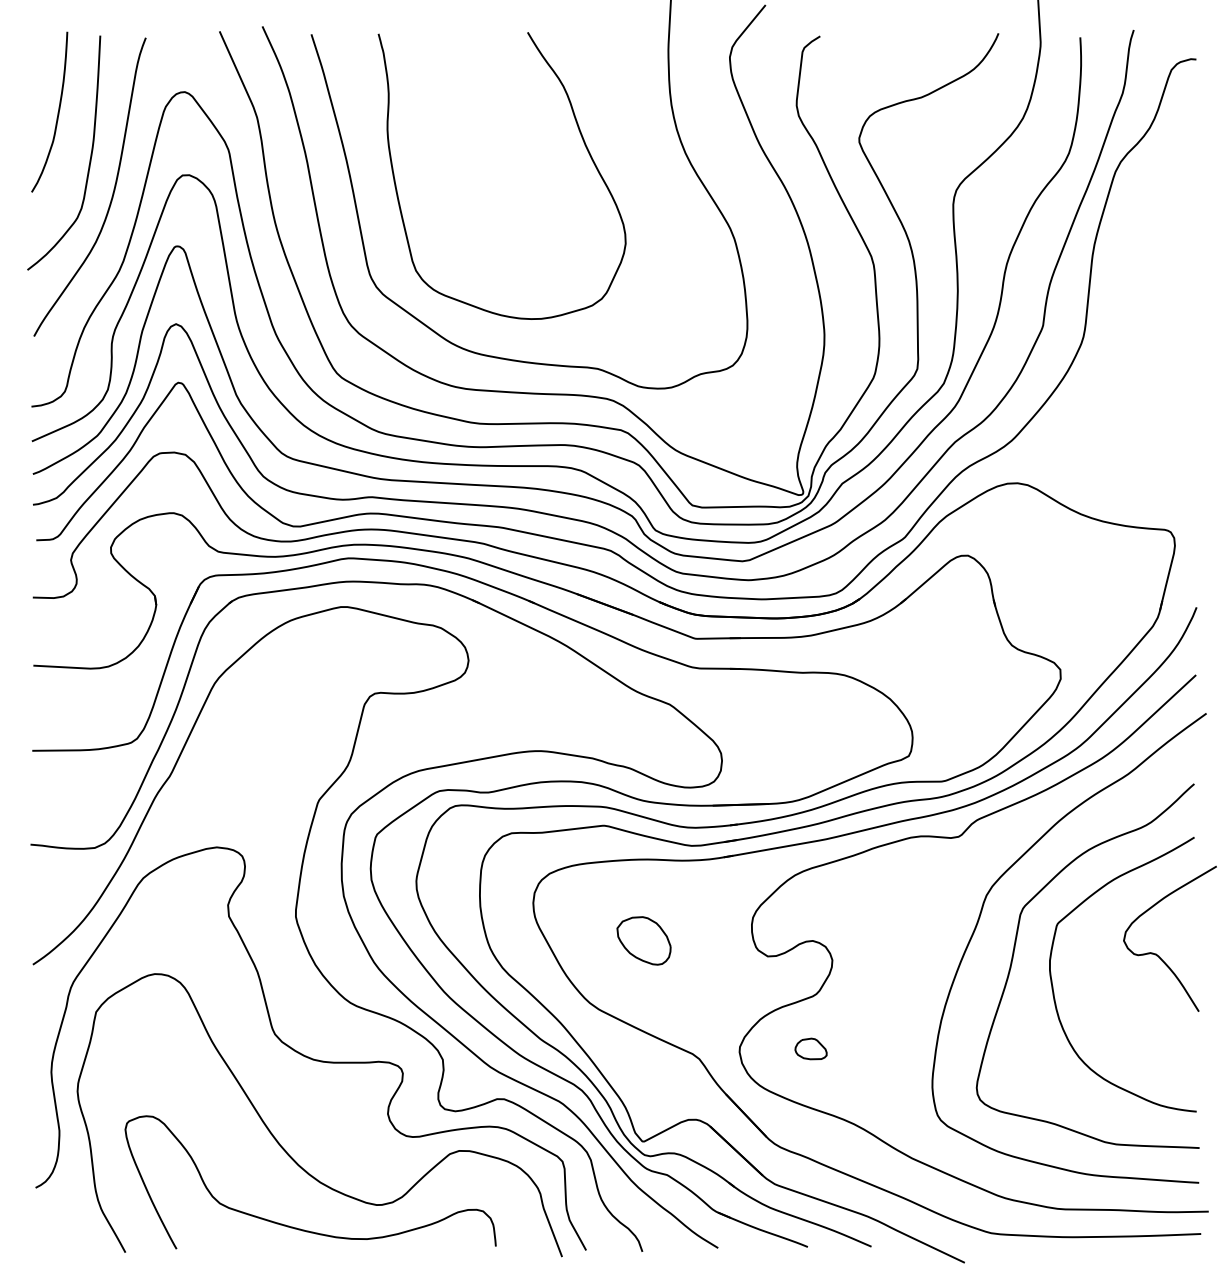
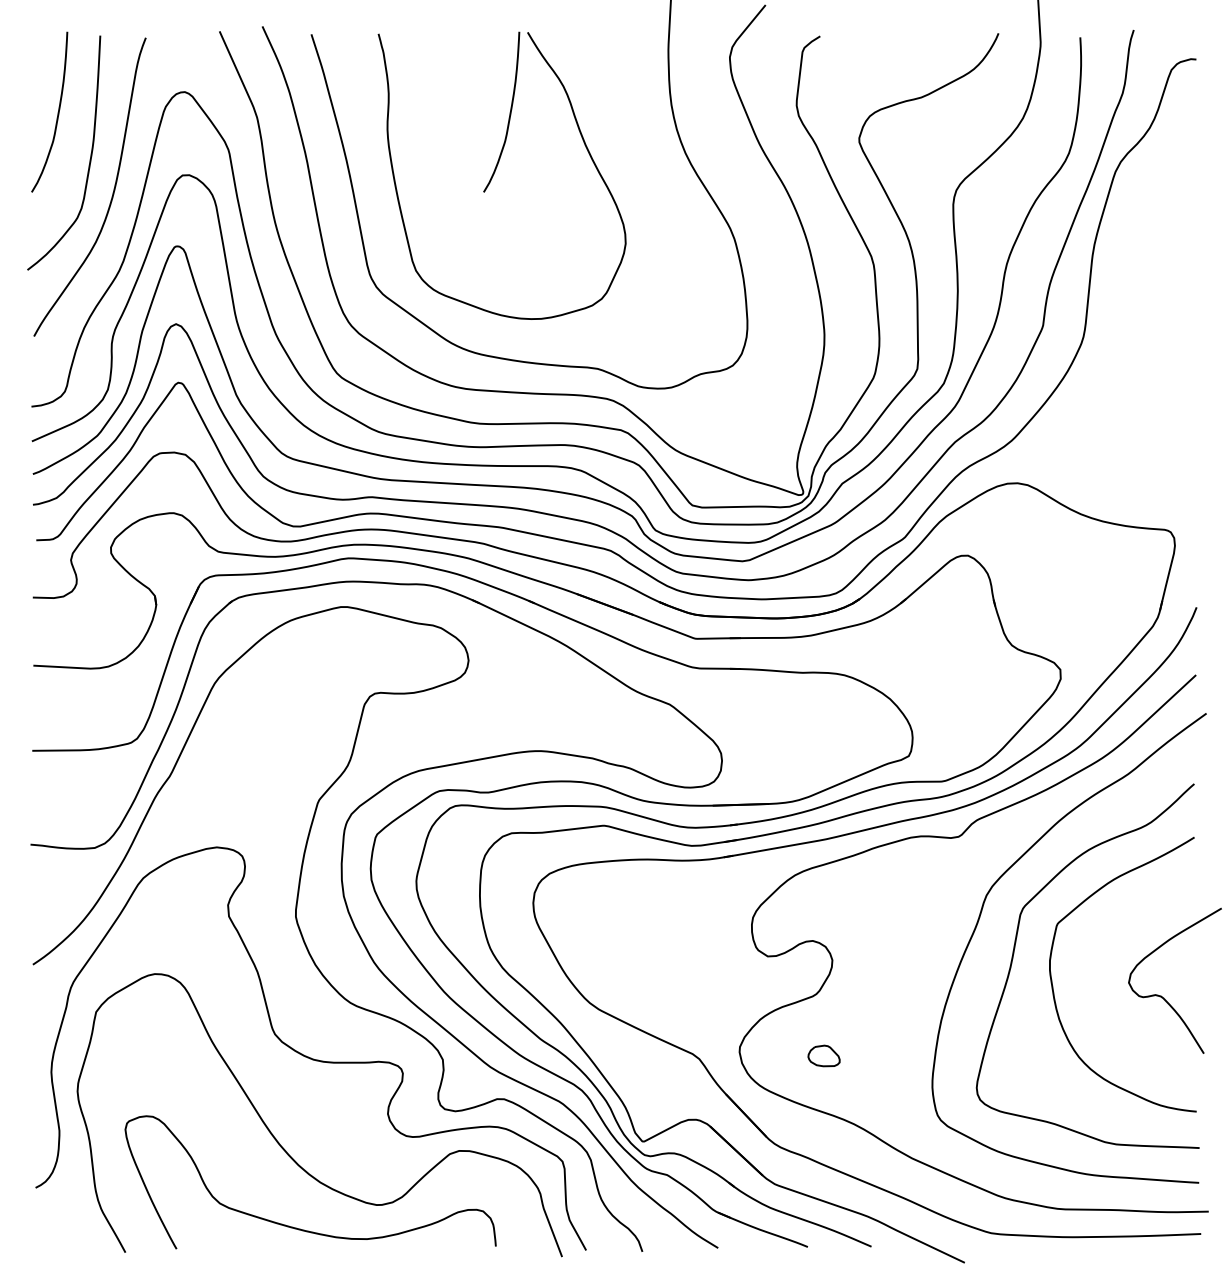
curve at (509, 112): none -> present
part at (643, 940): present -> none
curve at (1156, 953) position: (1156, 953) -> (1161, 995)
part at (810, 1048) position: (810, 1048) -> (823, 1055)
